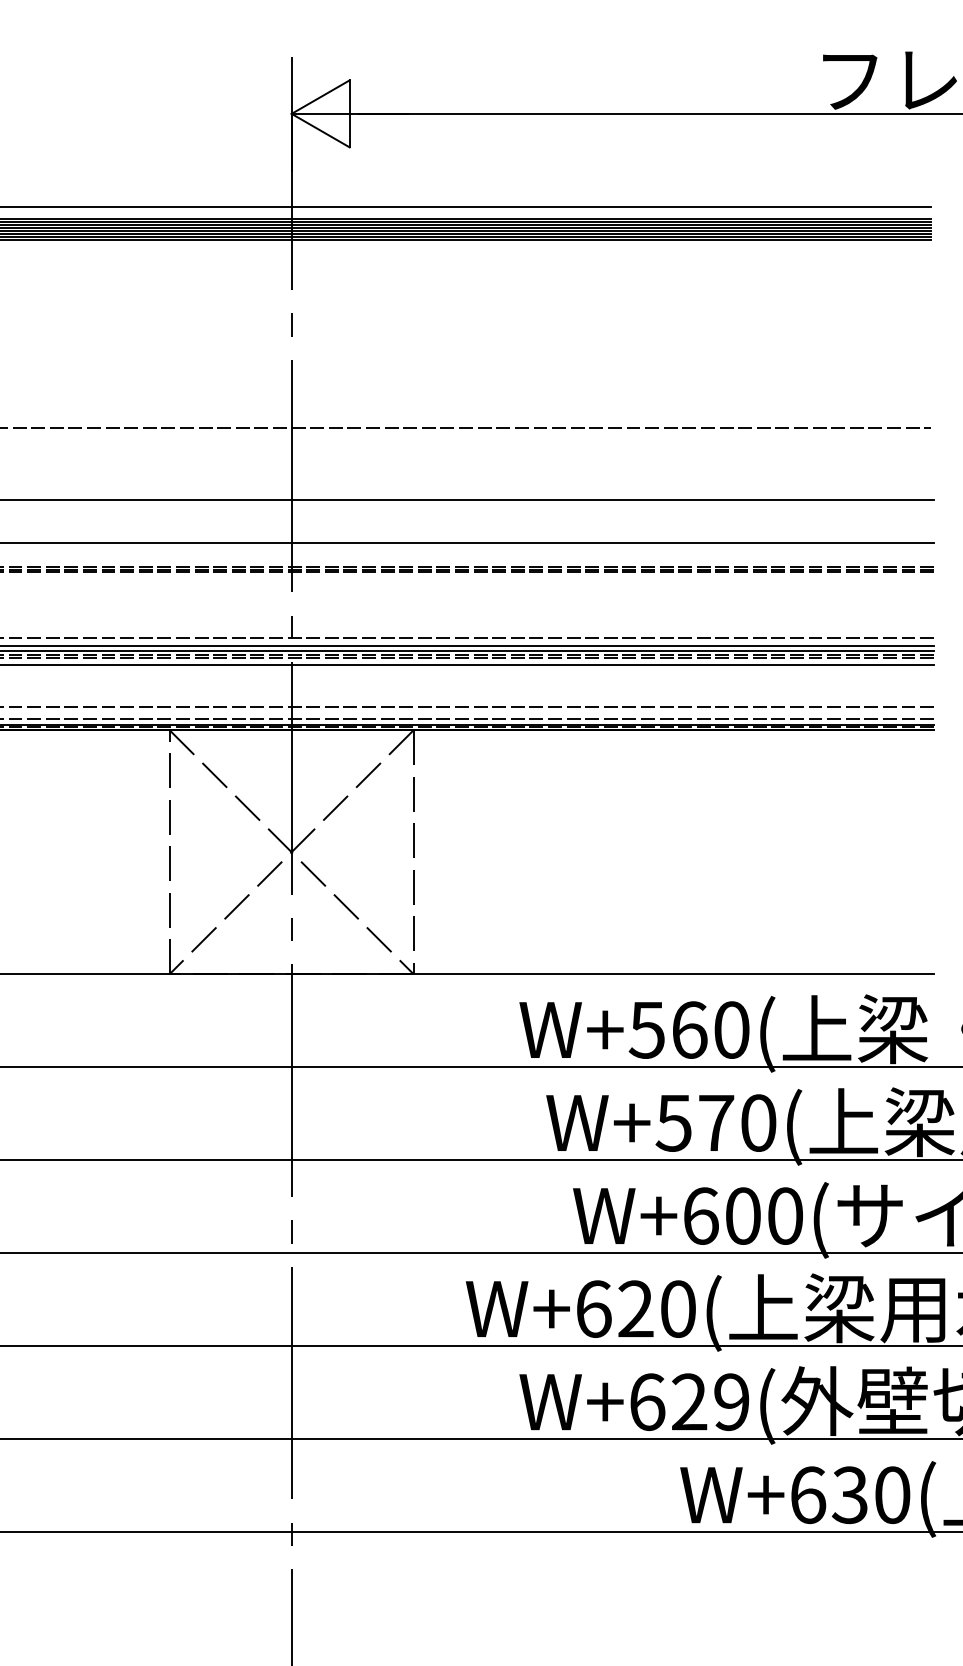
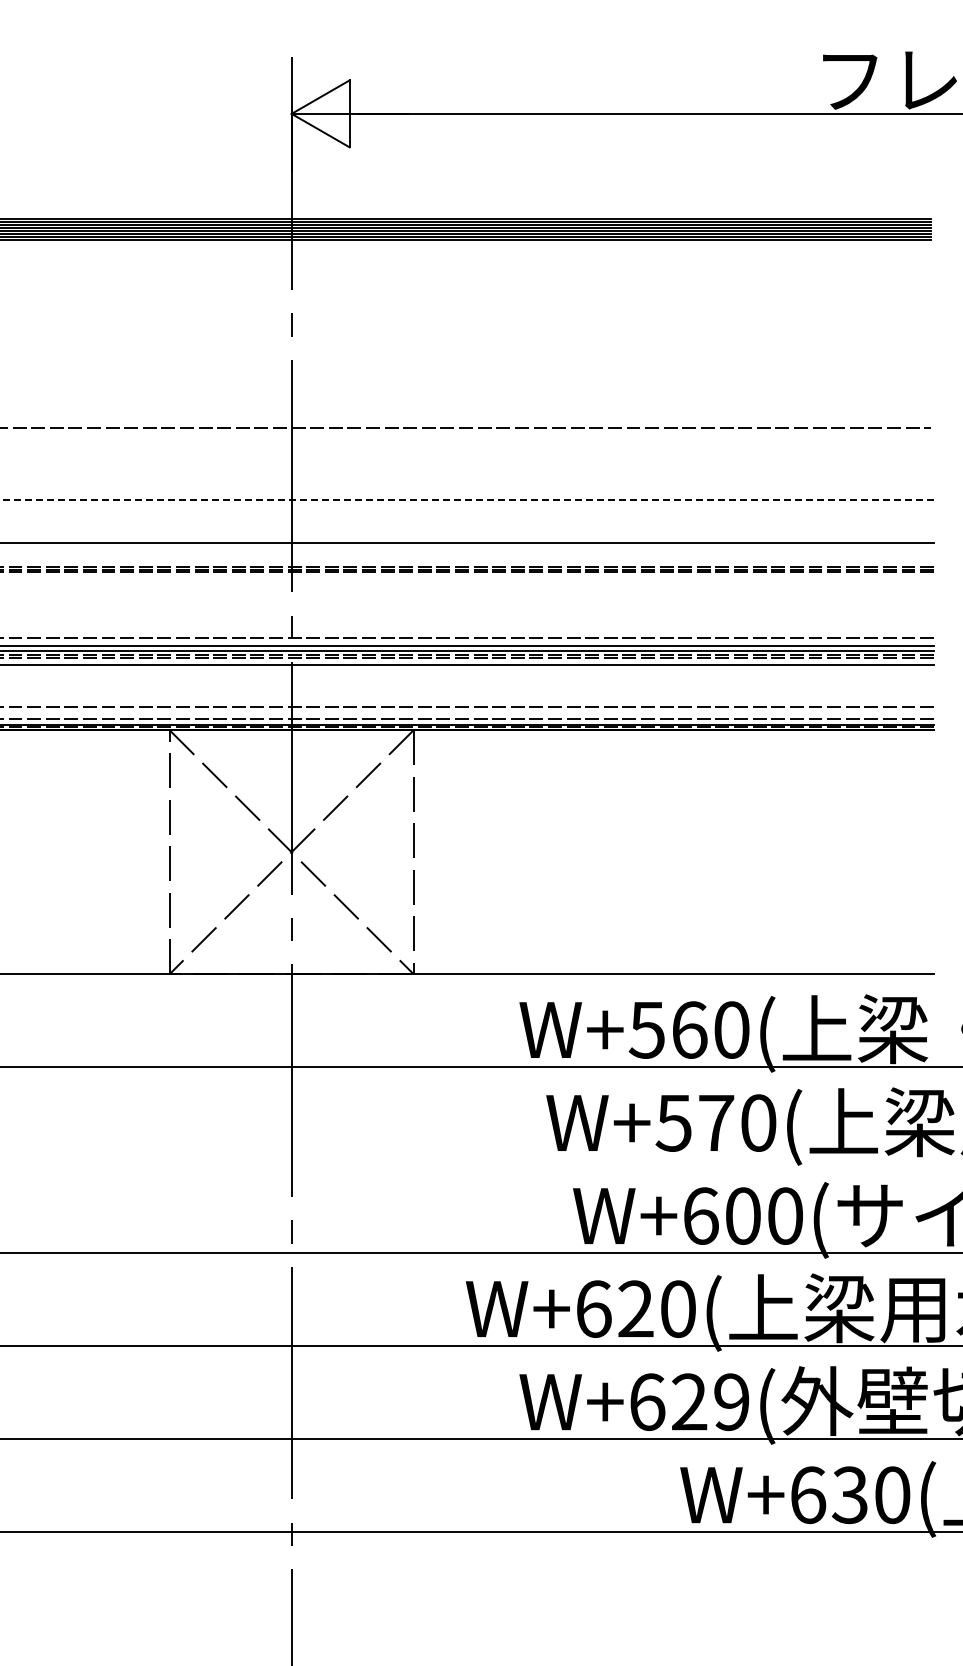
line at (466, 206): present -> none
line at (467, 499): solid -> dashed
line at (480, 1160): present -> none
